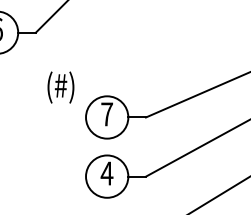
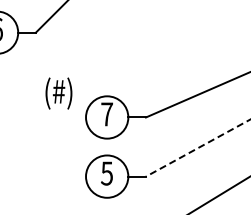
text at (60, 87) position: (60, 87) -> (58, 93)
line at (197, 148): solid -> dashed
text at (106, 173): 4 -> 5
